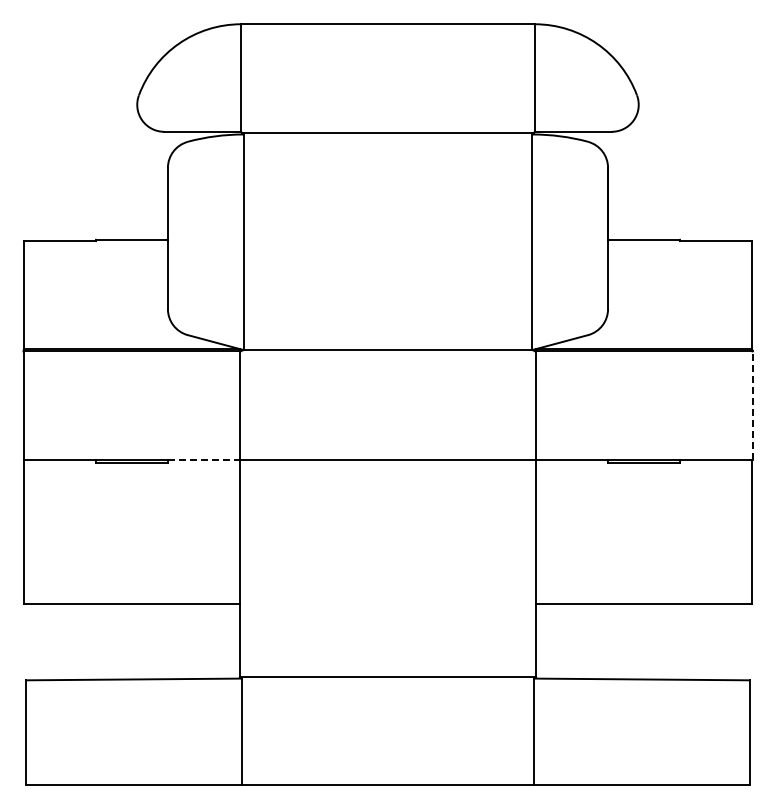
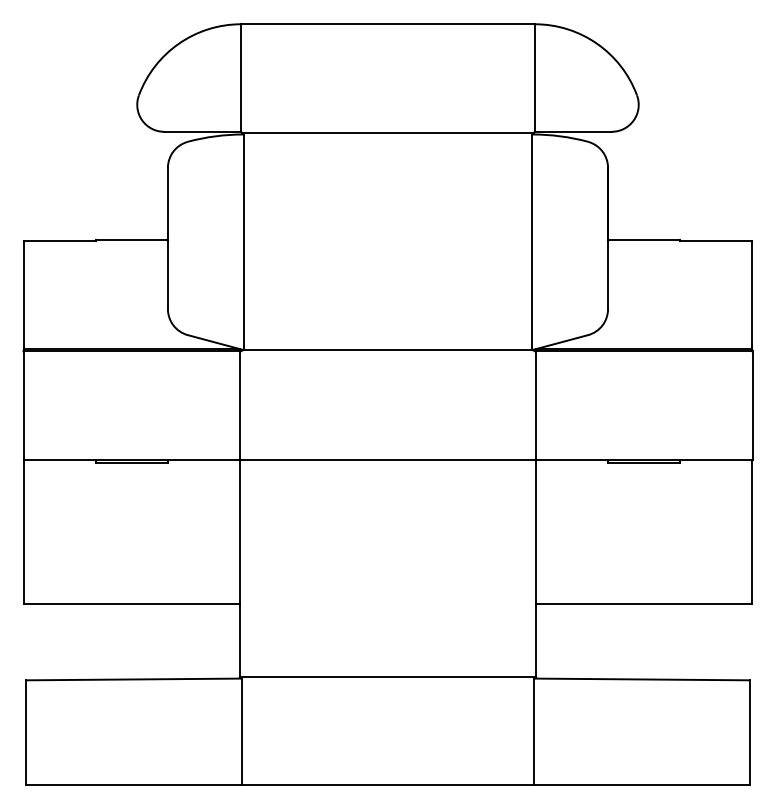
line at (752, 405): dashed -> solid
line at (204, 459): dashed -> solid
